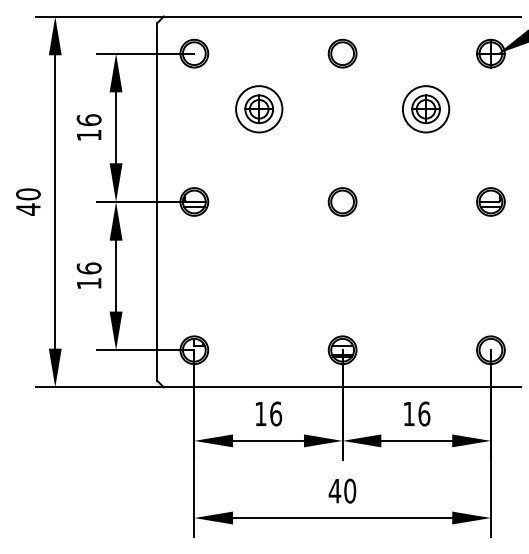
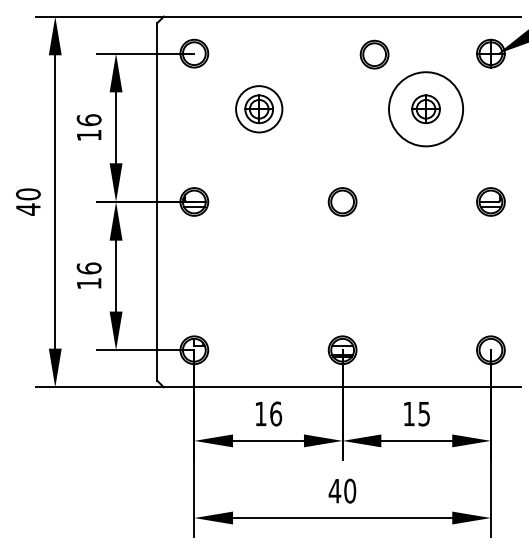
part at (342, 53) position: (342, 53) -> (374, 54)
circle at (425, 109) diameter: 46 px -> 74 px
text at (424, 413): 16 -> 15
